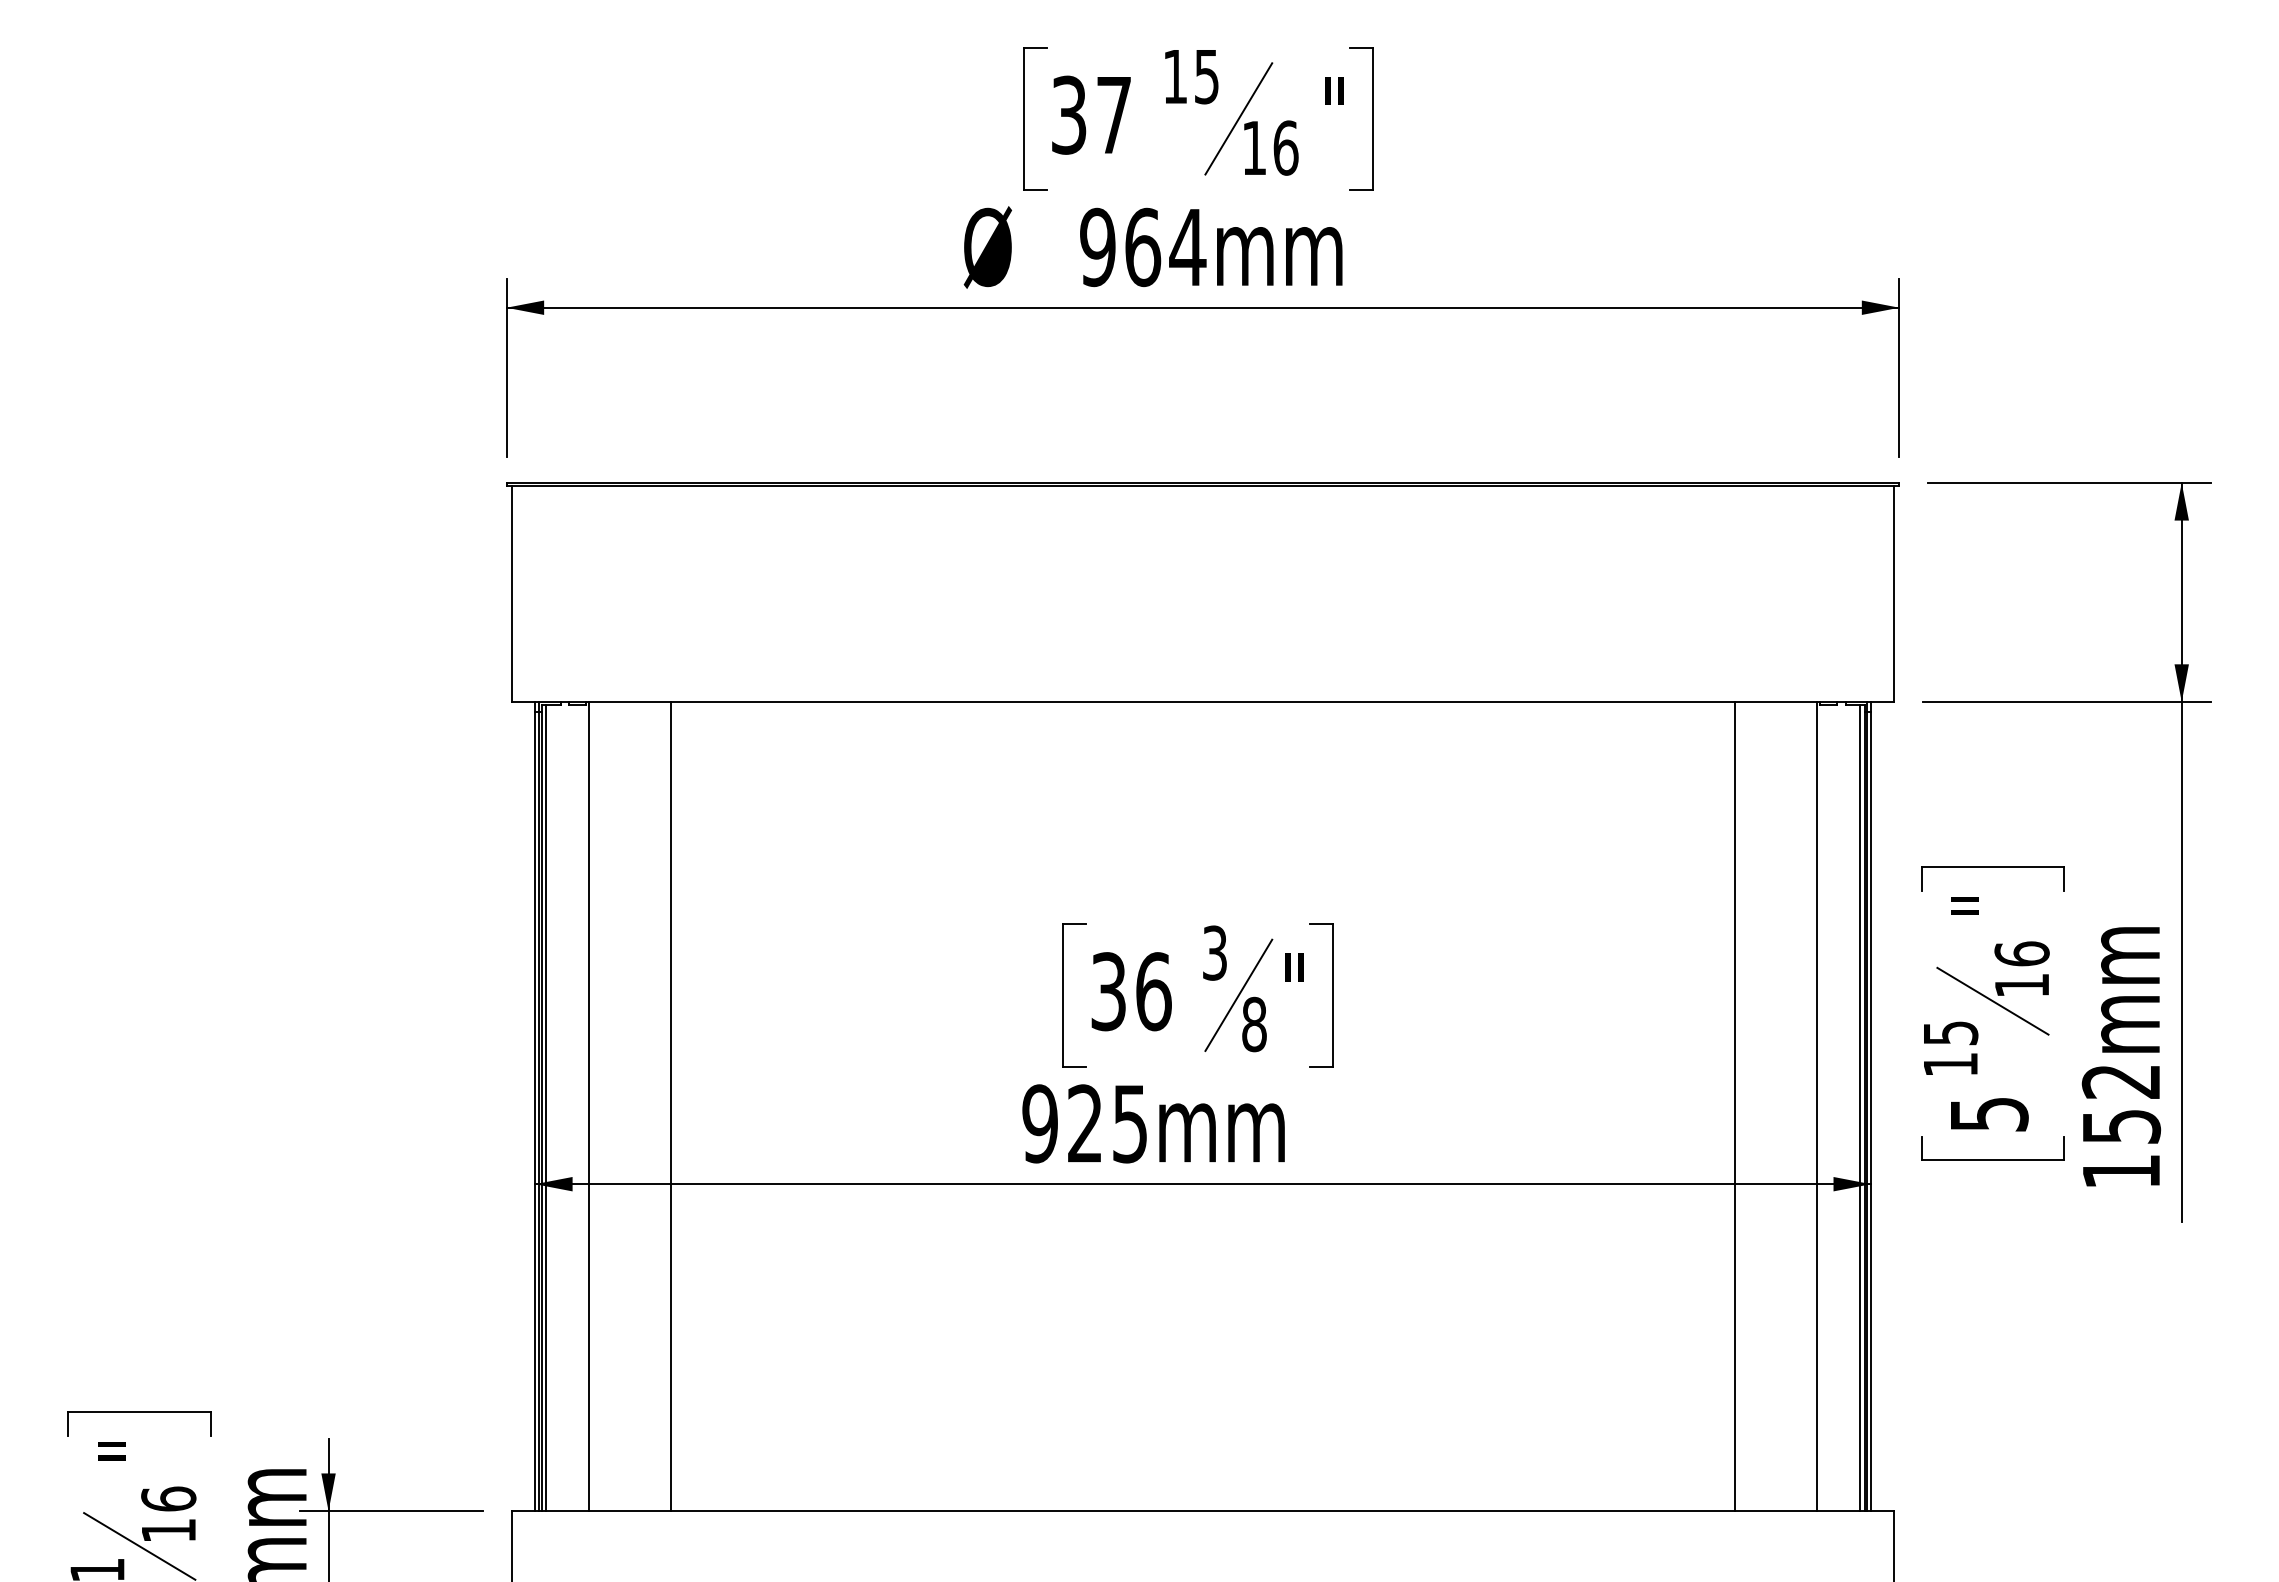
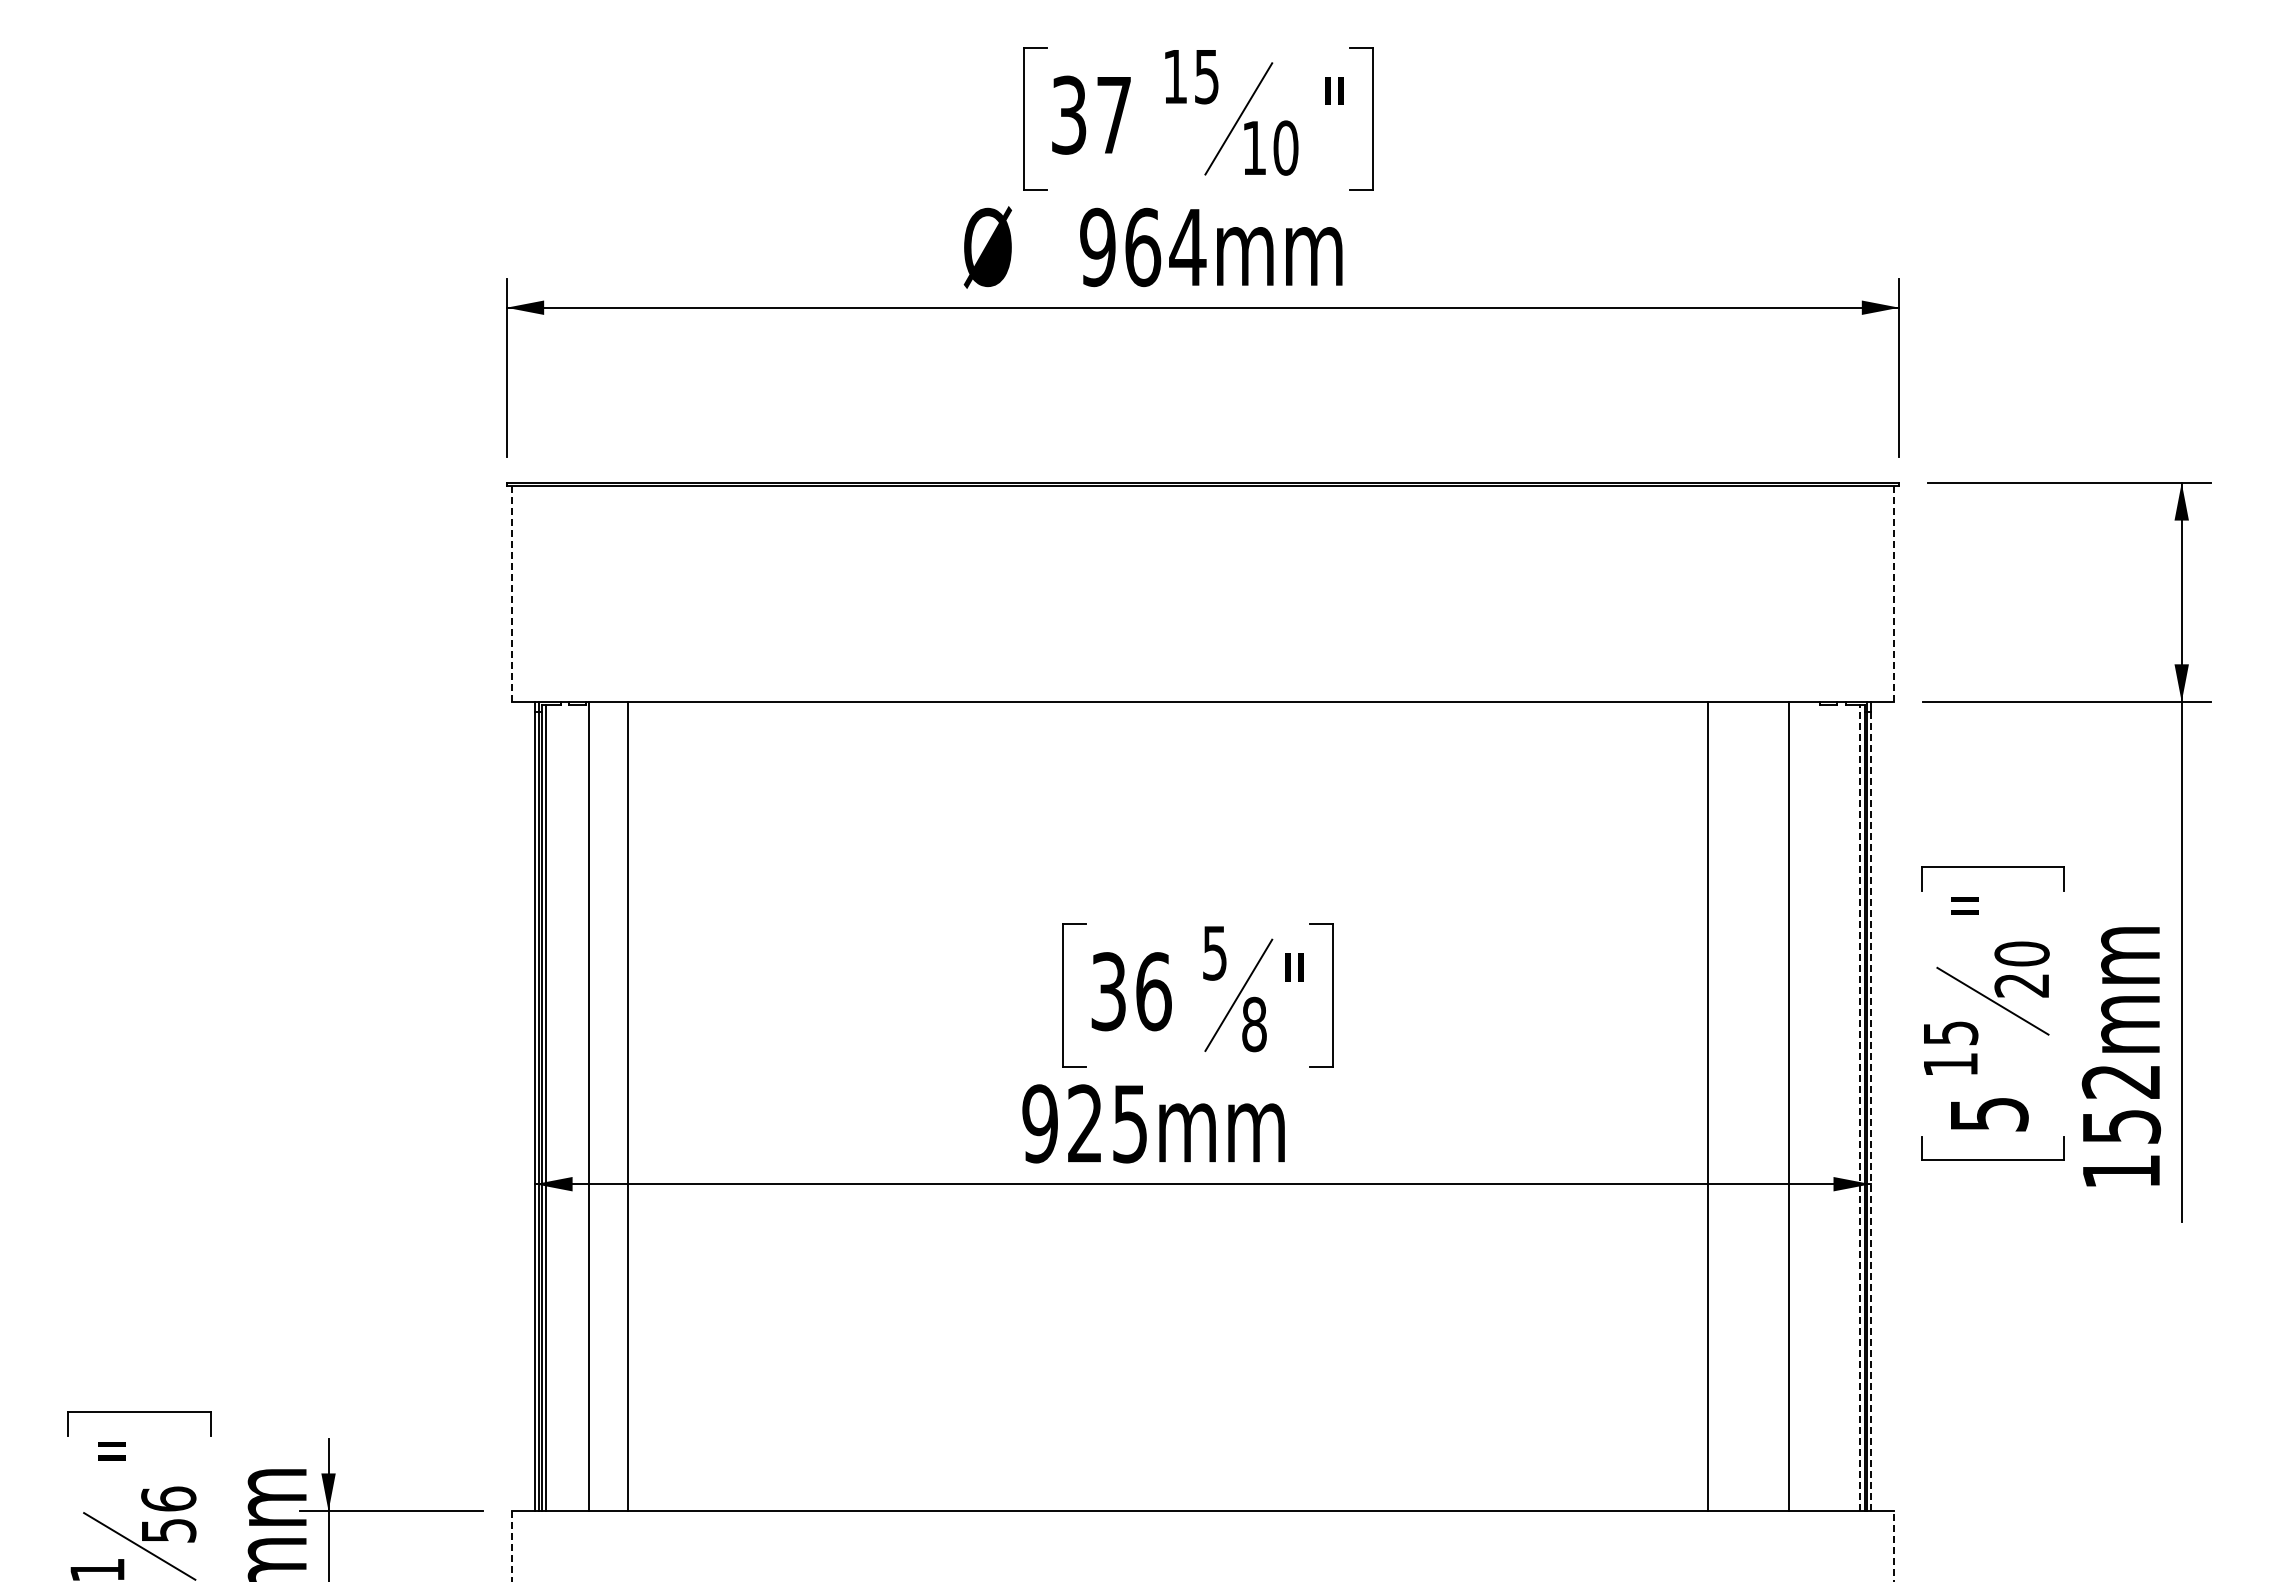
text at (1285, 147): 16 -> 10
line at (1893, 593): solid -> dashed
line at (512, 594): solid -> dashed
text at (1214, 952): 3 -> 5
text at (2021, 969): 16 -> 20
line at (671, 1106) position: (671, 1106) -> (628, 1106)
line at (1734, 1106) position: (1734, 1106) -> (1707, 1106)
line at (1817, 1106) position: (1817, 1106) -> (1789, 1106)
line at (1860, 1107): solid -> dashed
line at (1871, 1111): solid -> dashed
text at (169, 1530): 16 -> 56
line at (1893, 1545): solid -> dashed
line at (512, 1546): solid -> dashed
